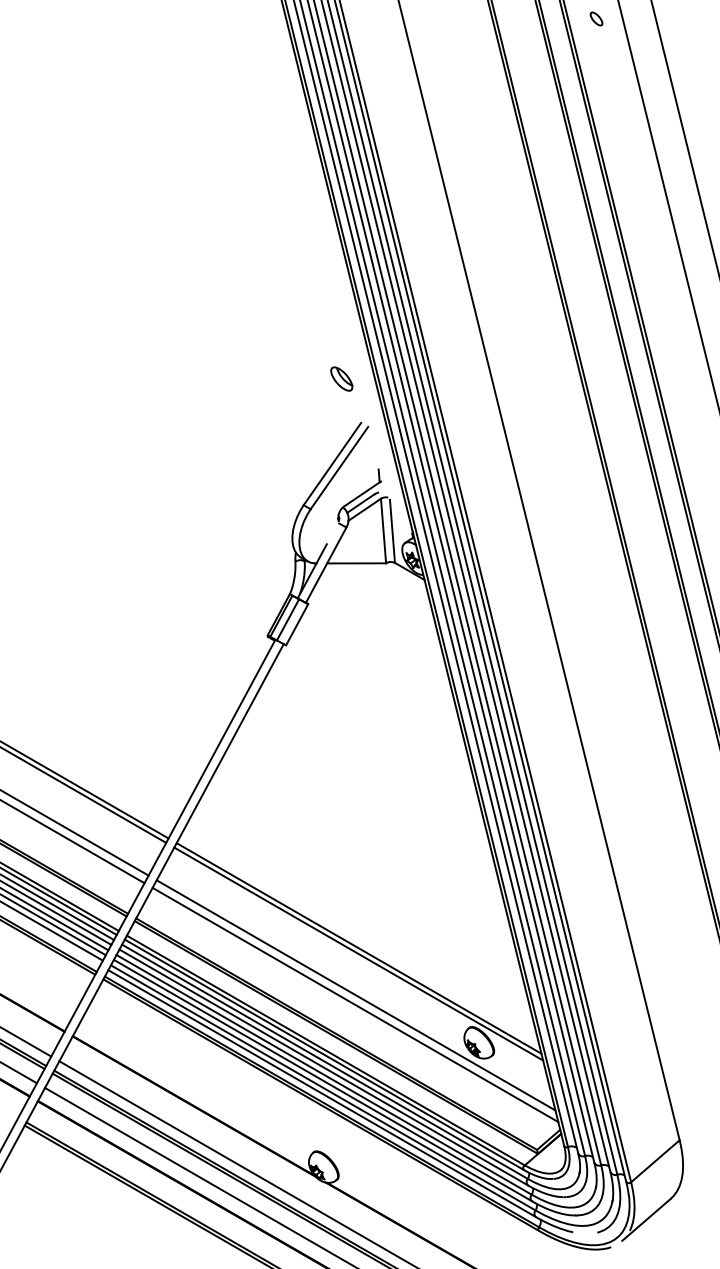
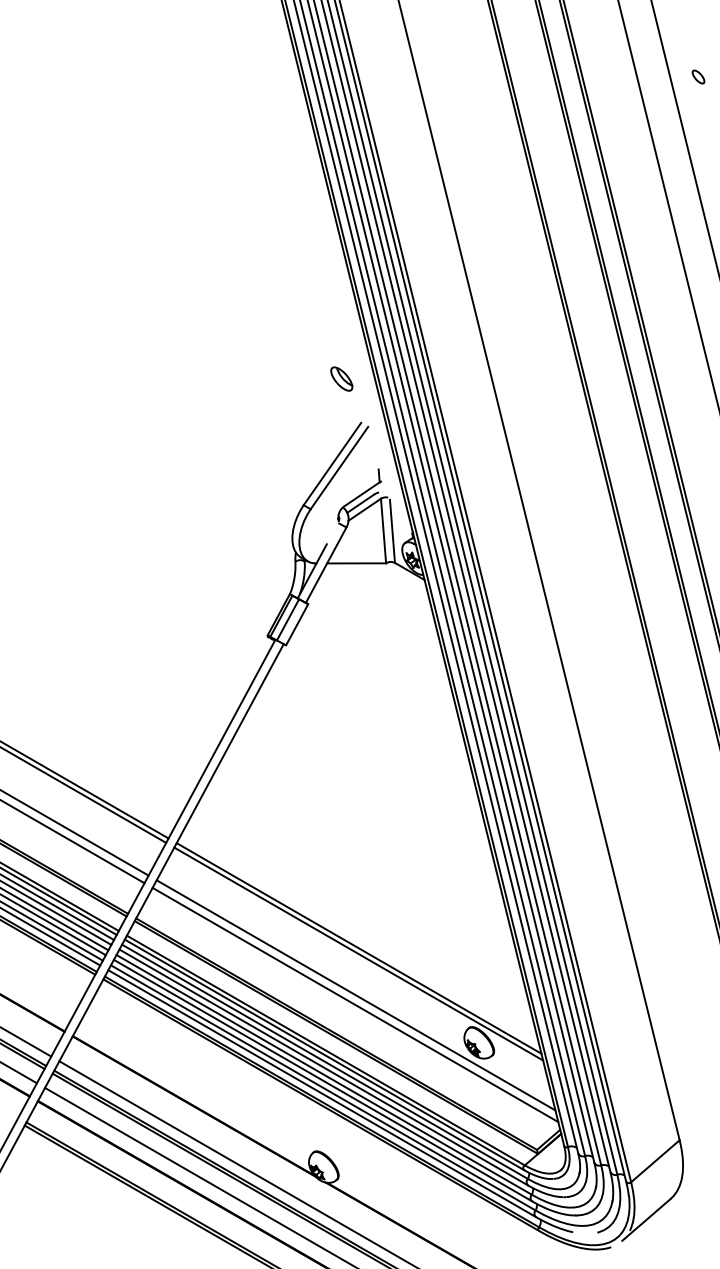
part at (596, 18) position: (596, 18) -> (698, 76)
line at (51, 937): none -> present
